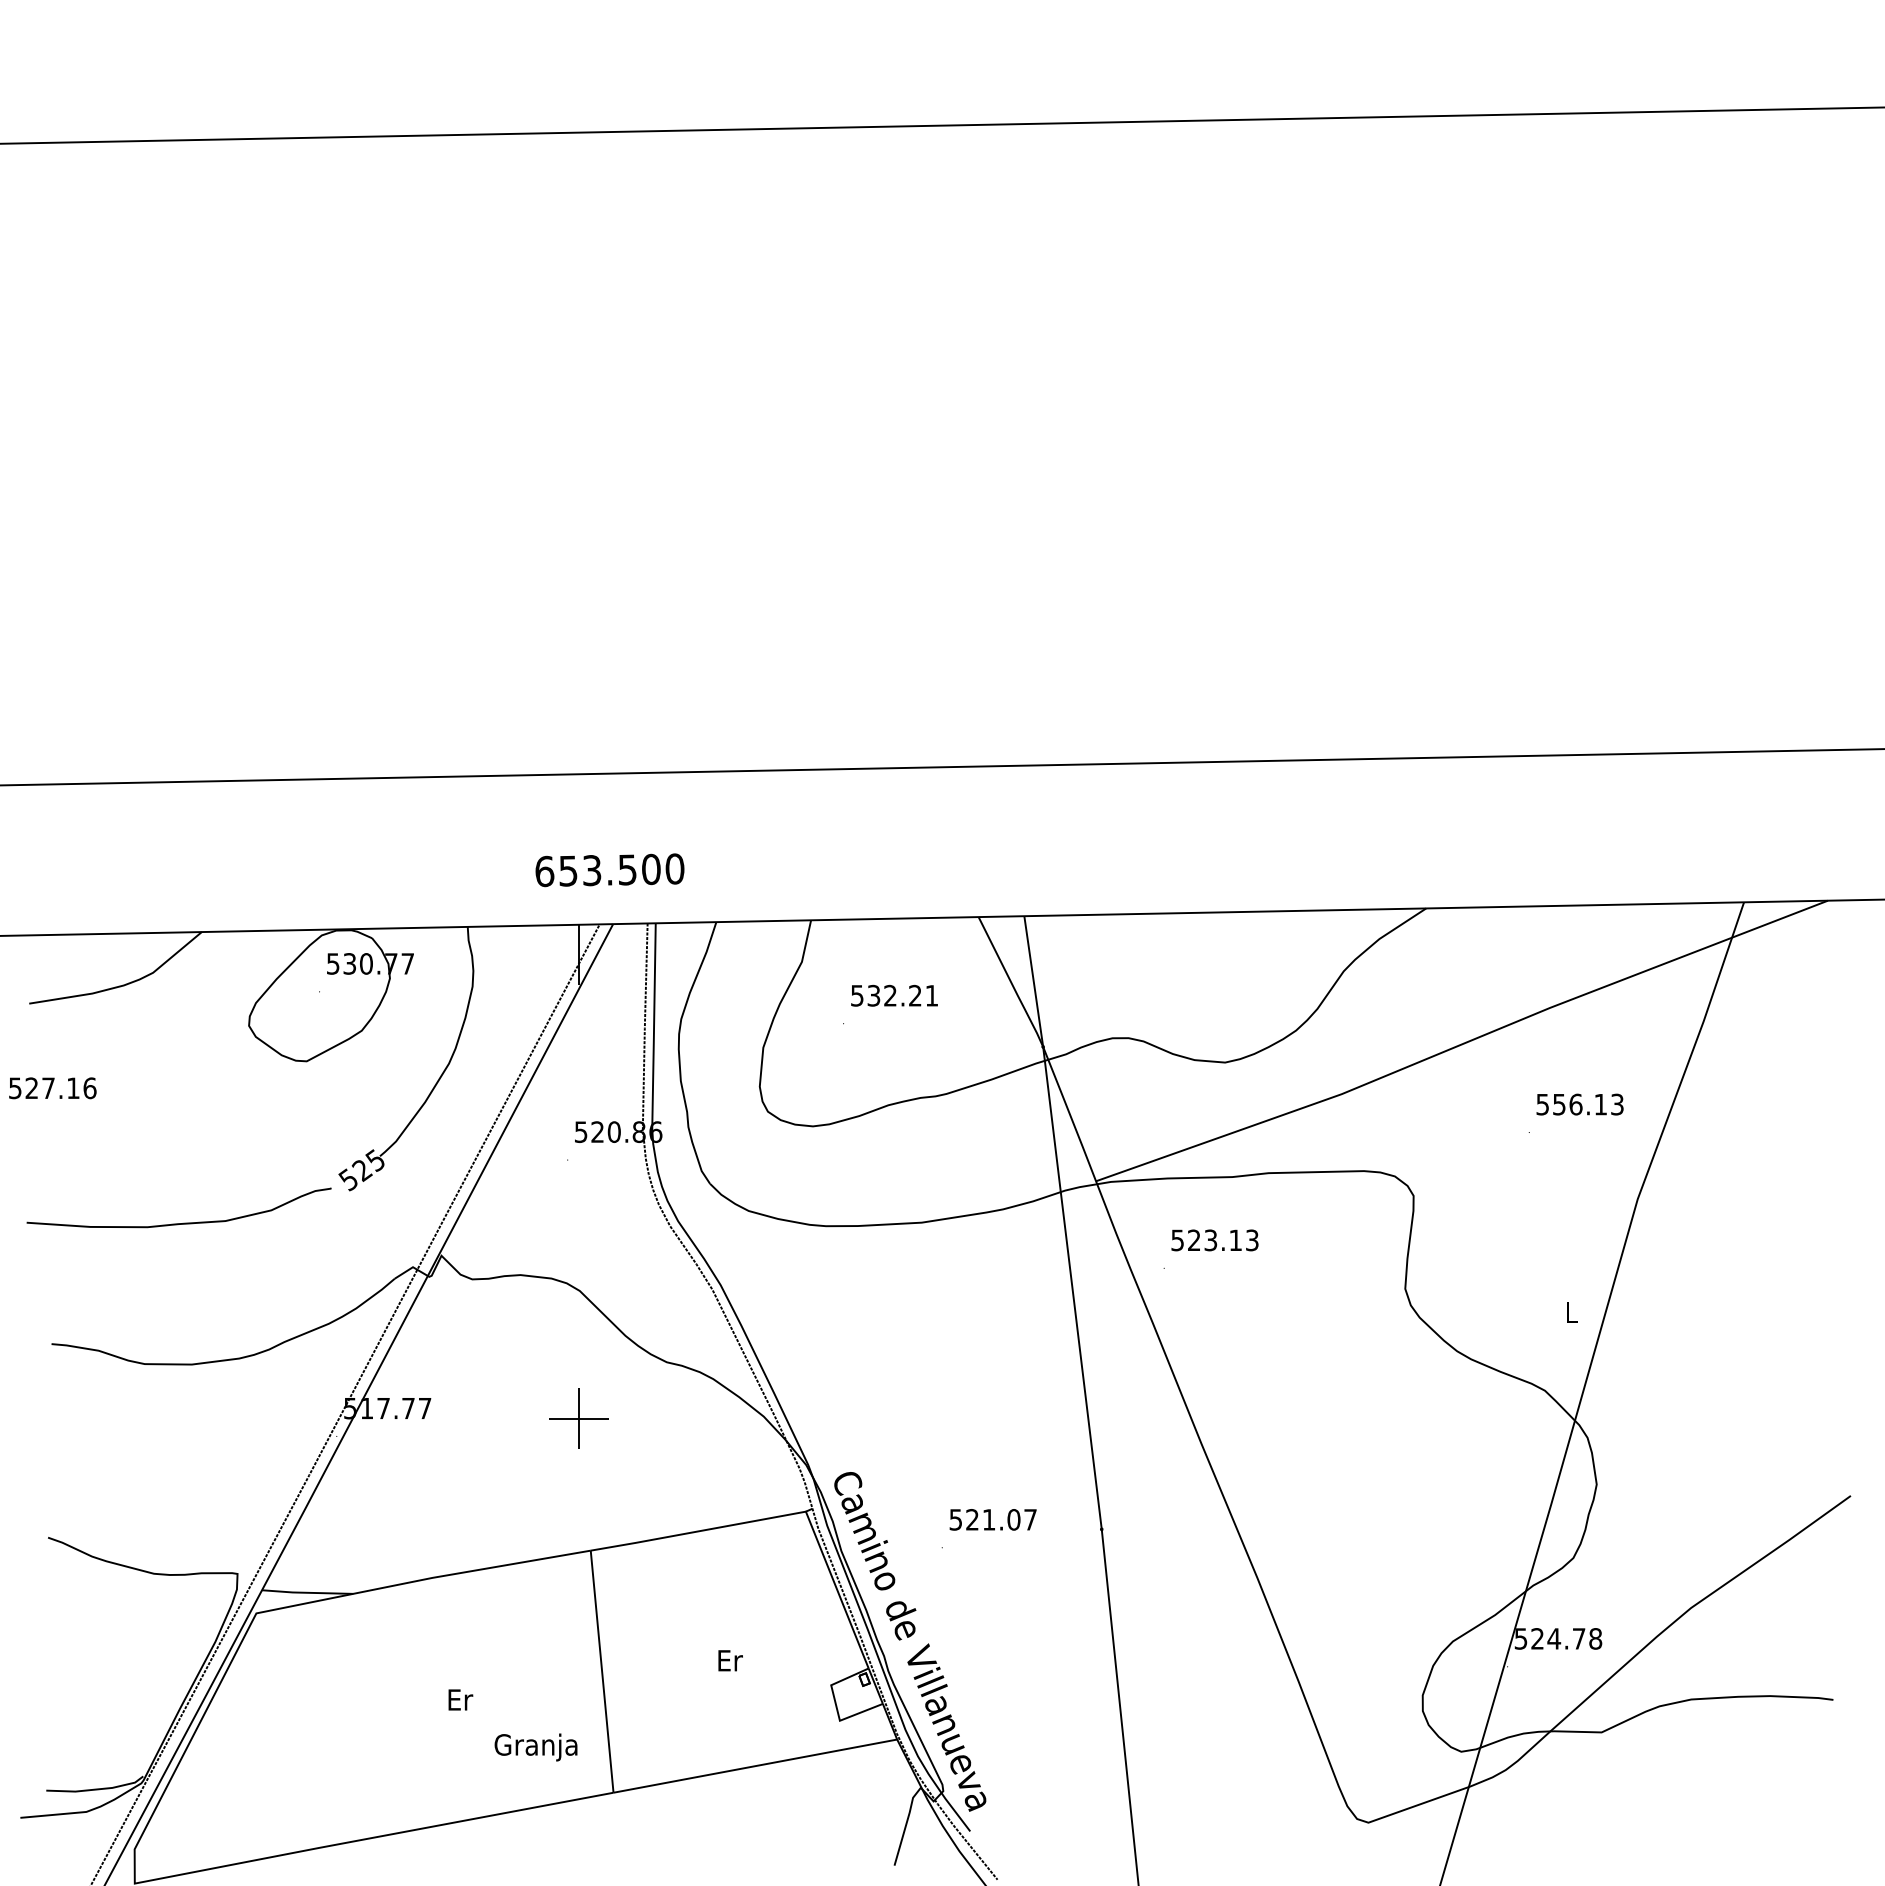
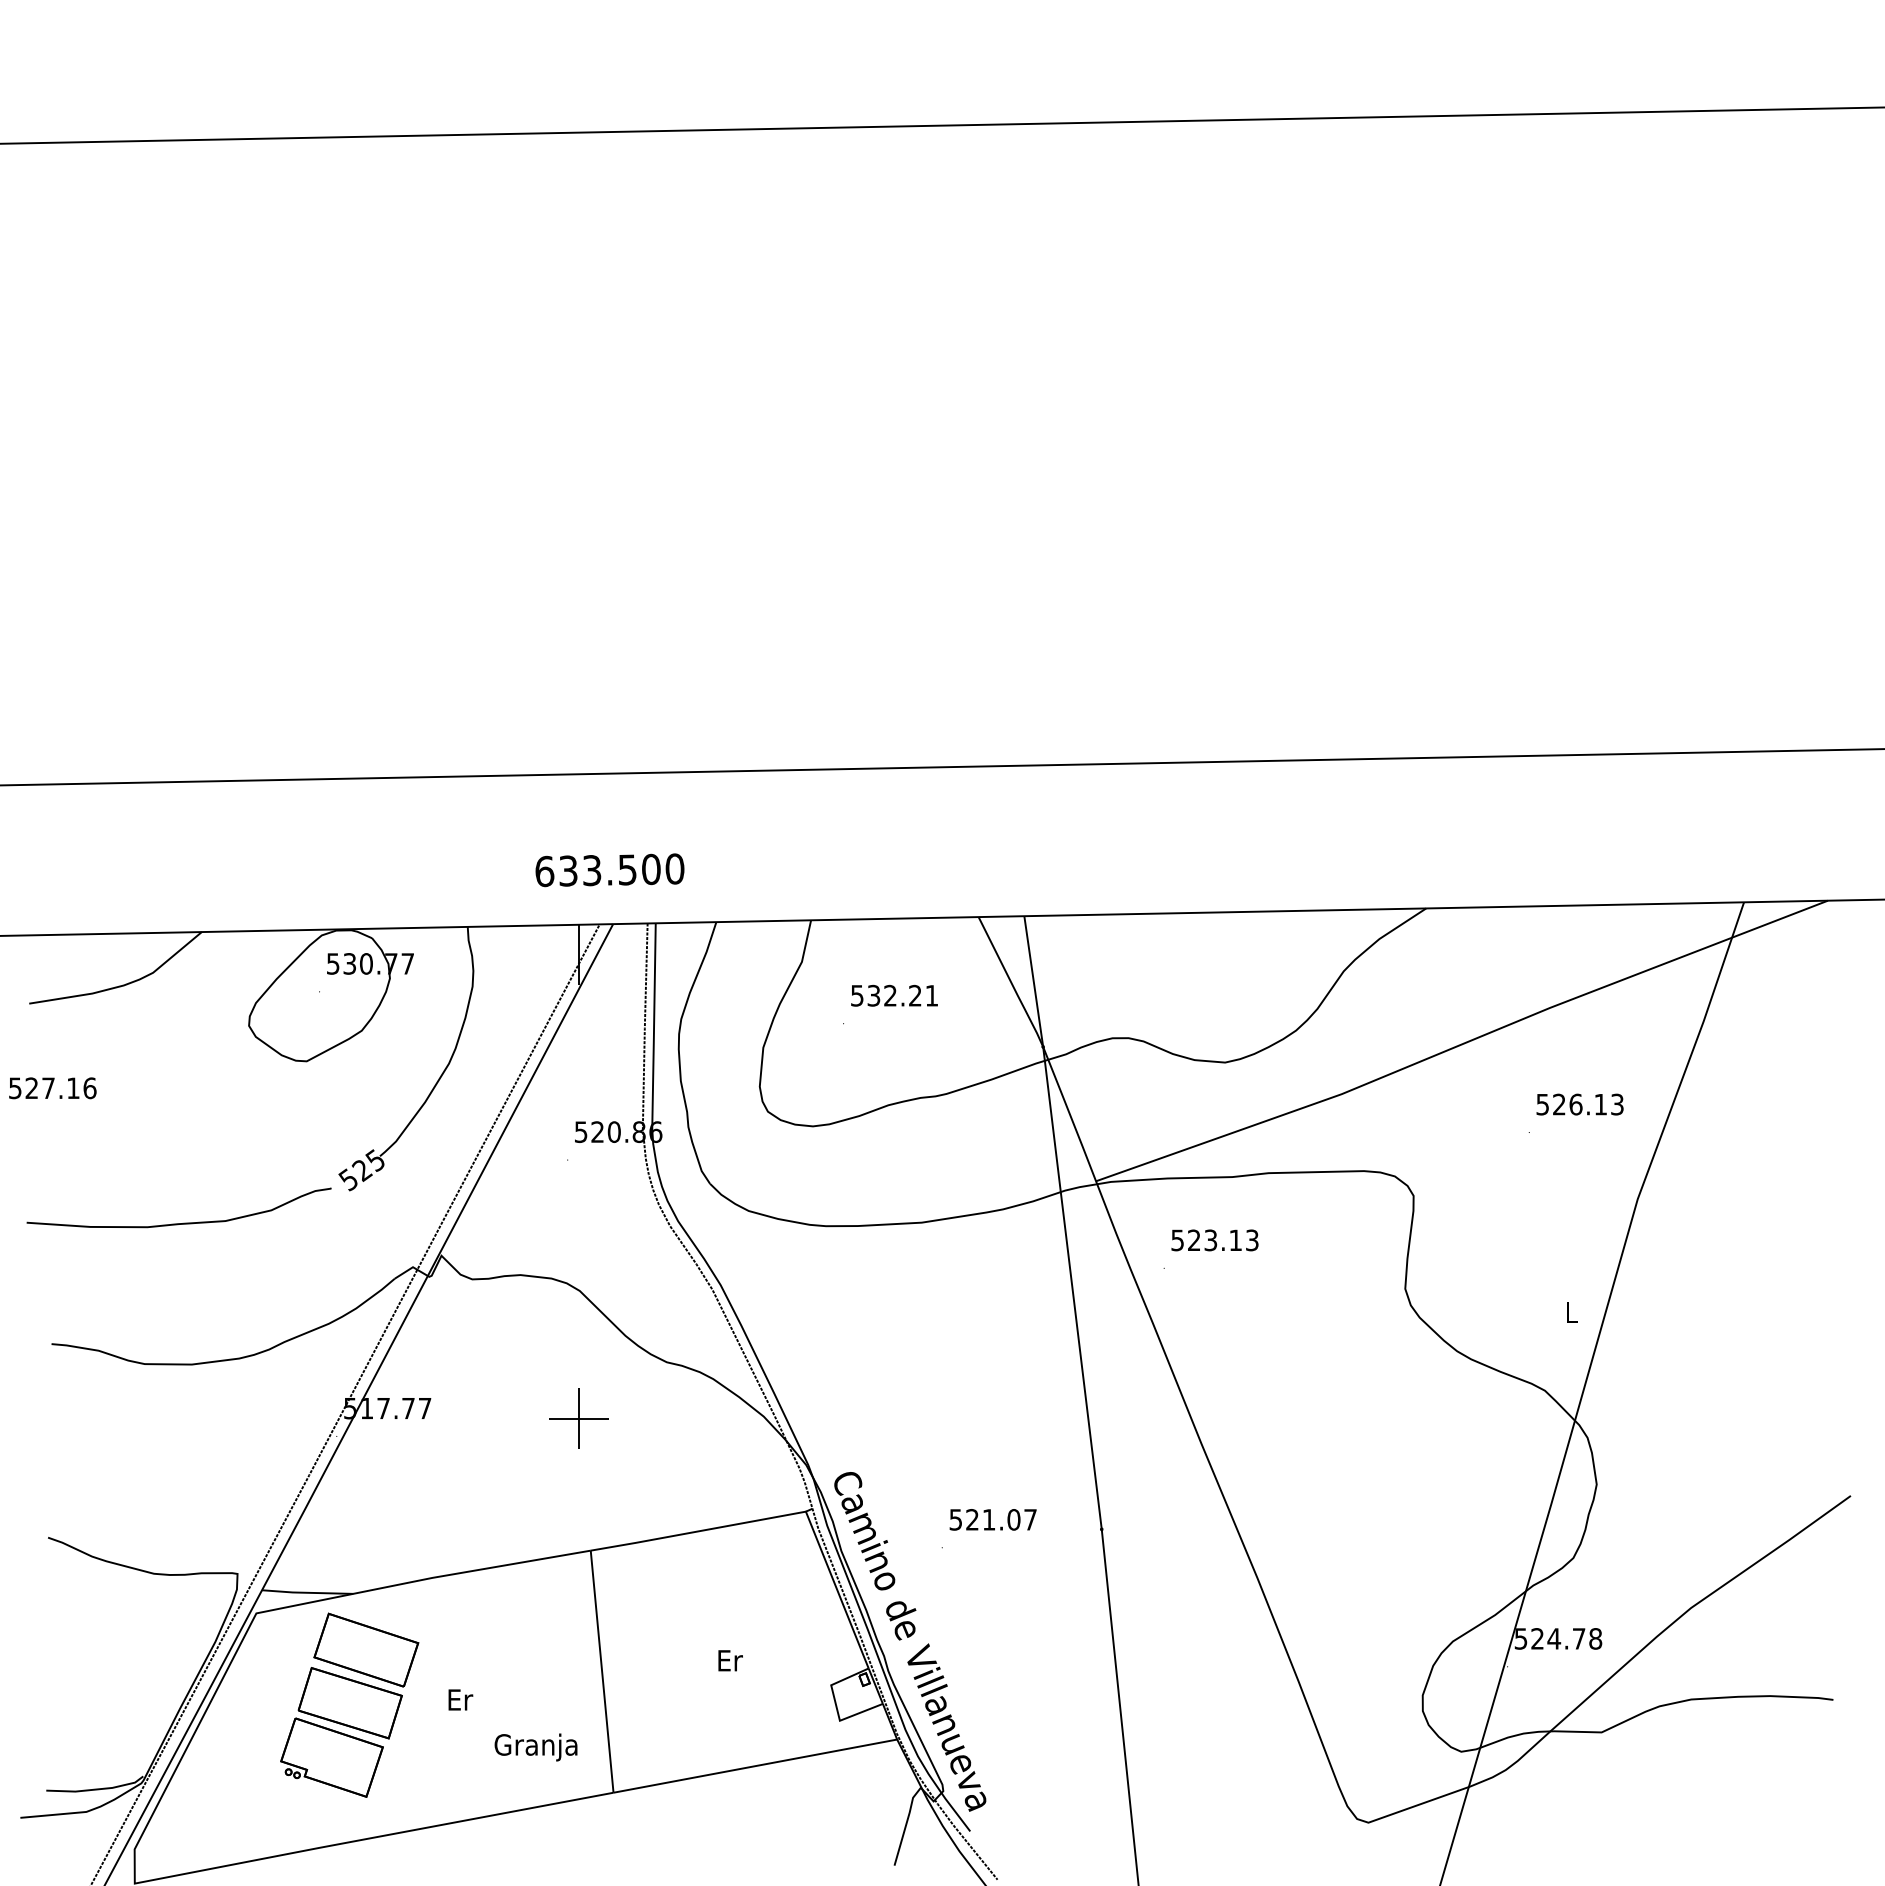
text at (568, 870): 653.500 -> 633.500
text at (1559, 1104): 556.13 -> 526.13
part at (349, 1704): none -> present
